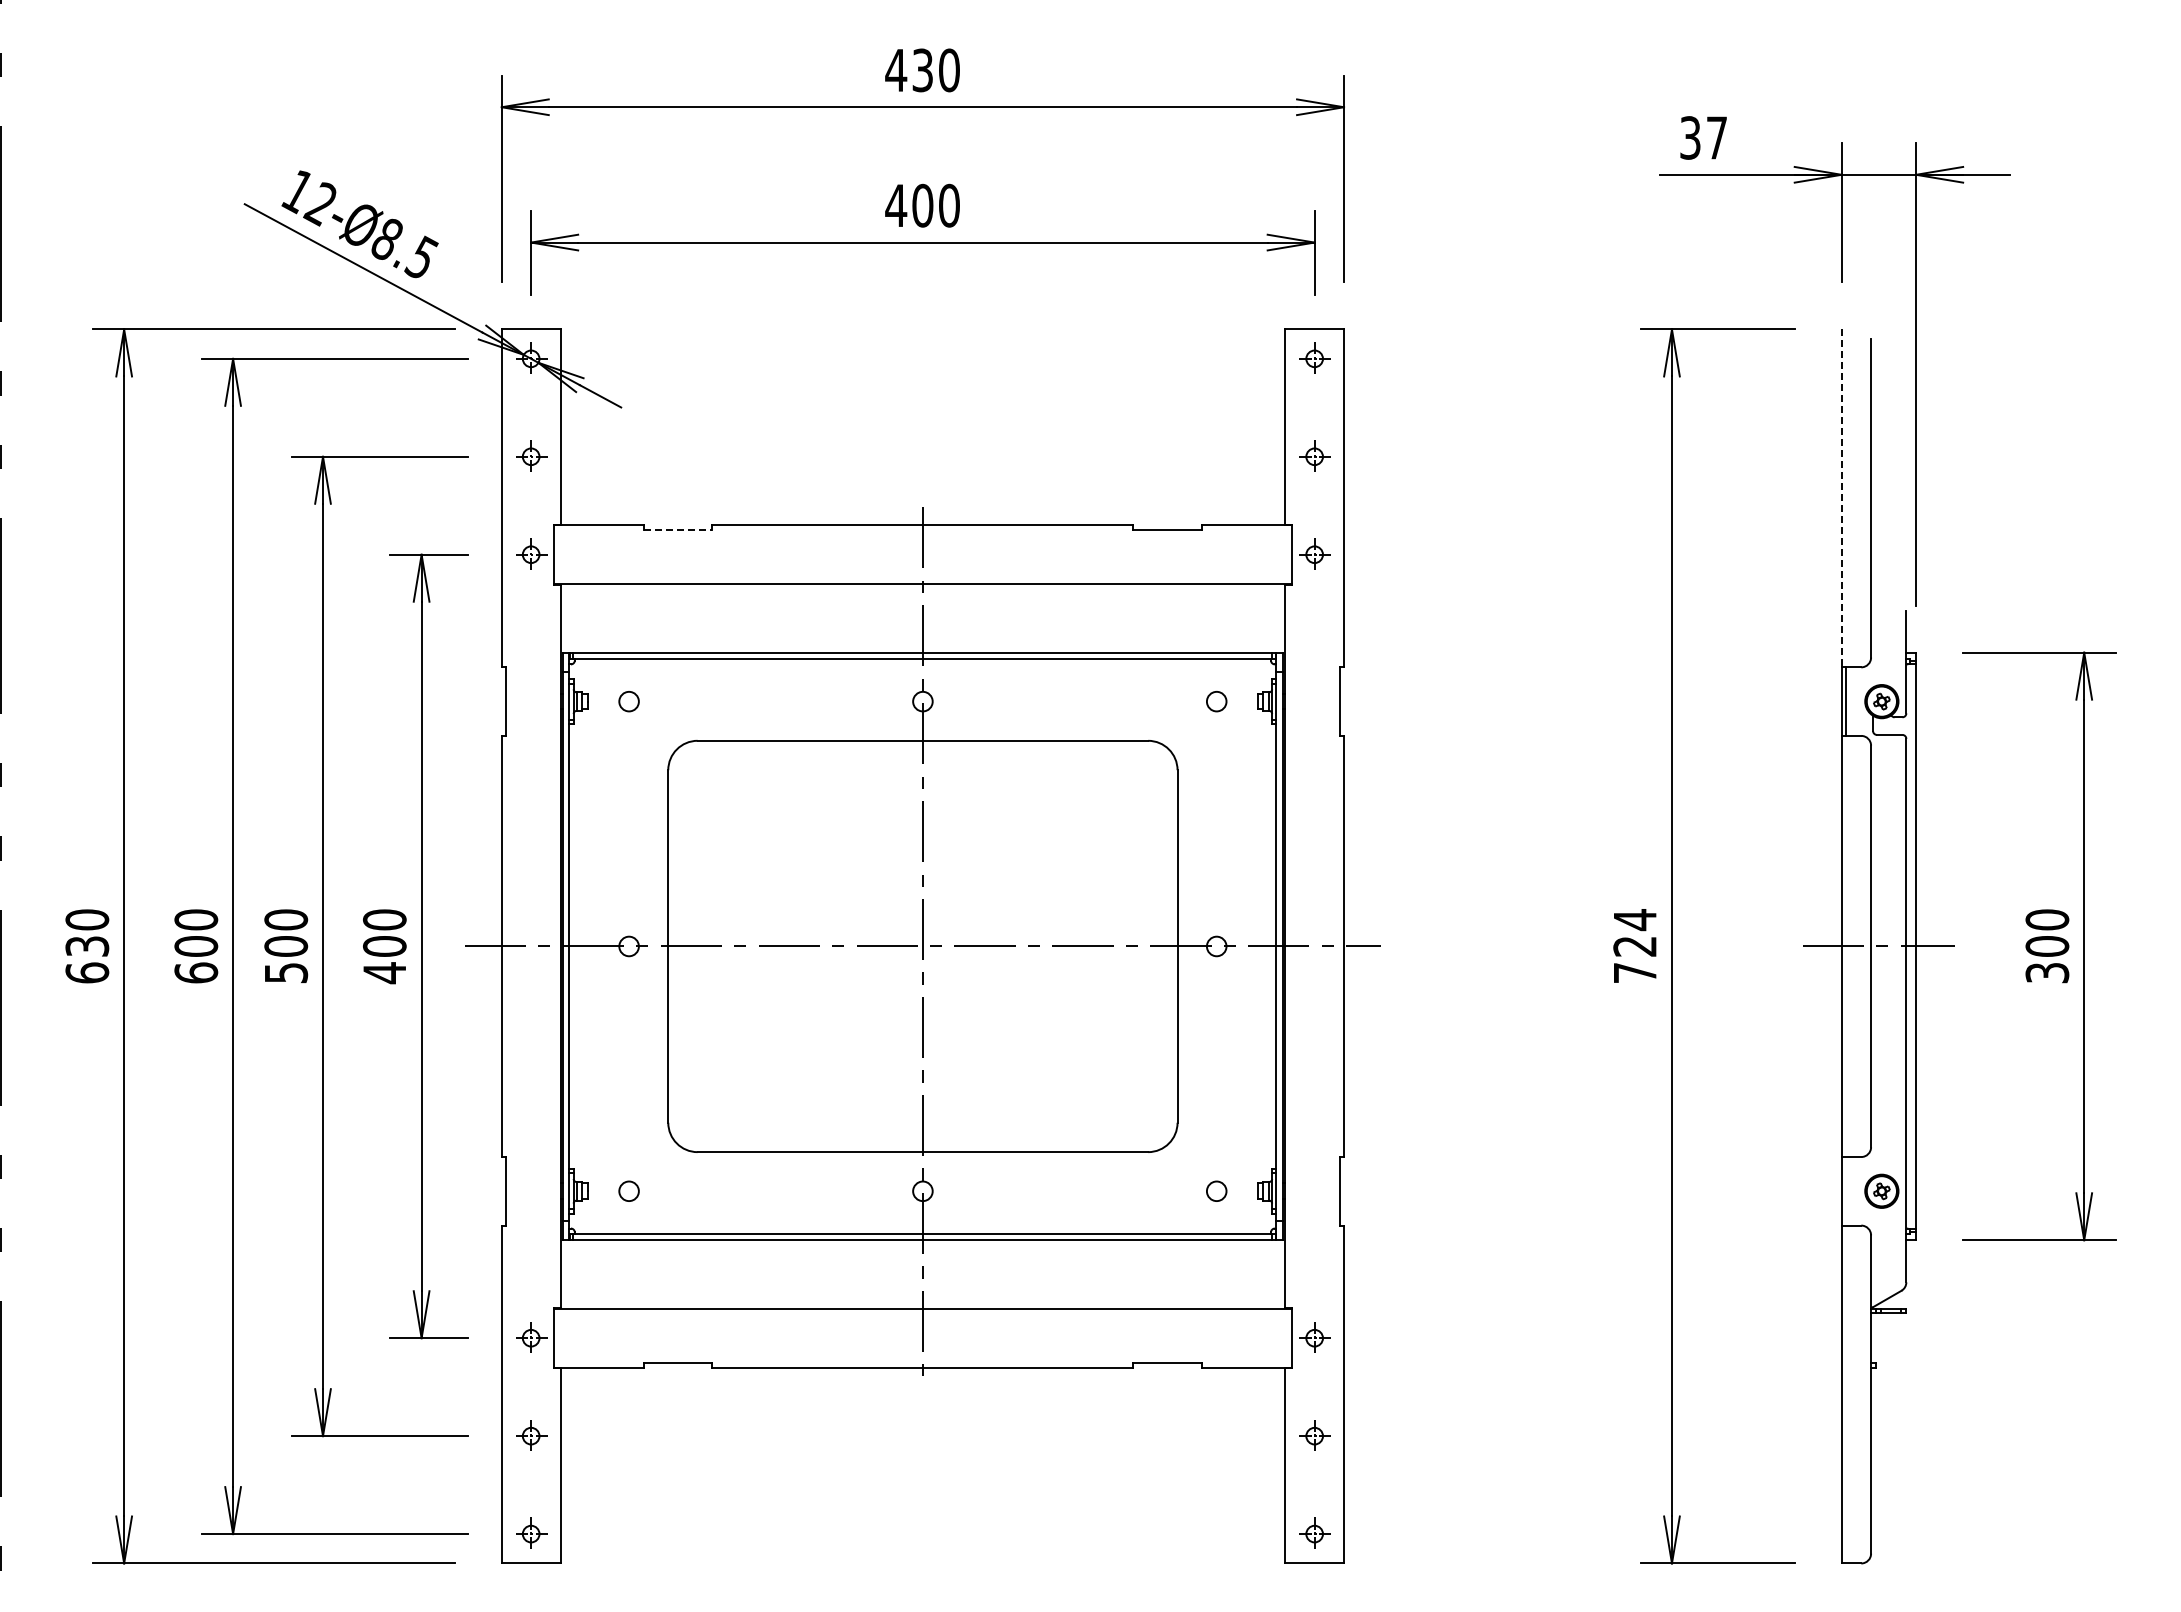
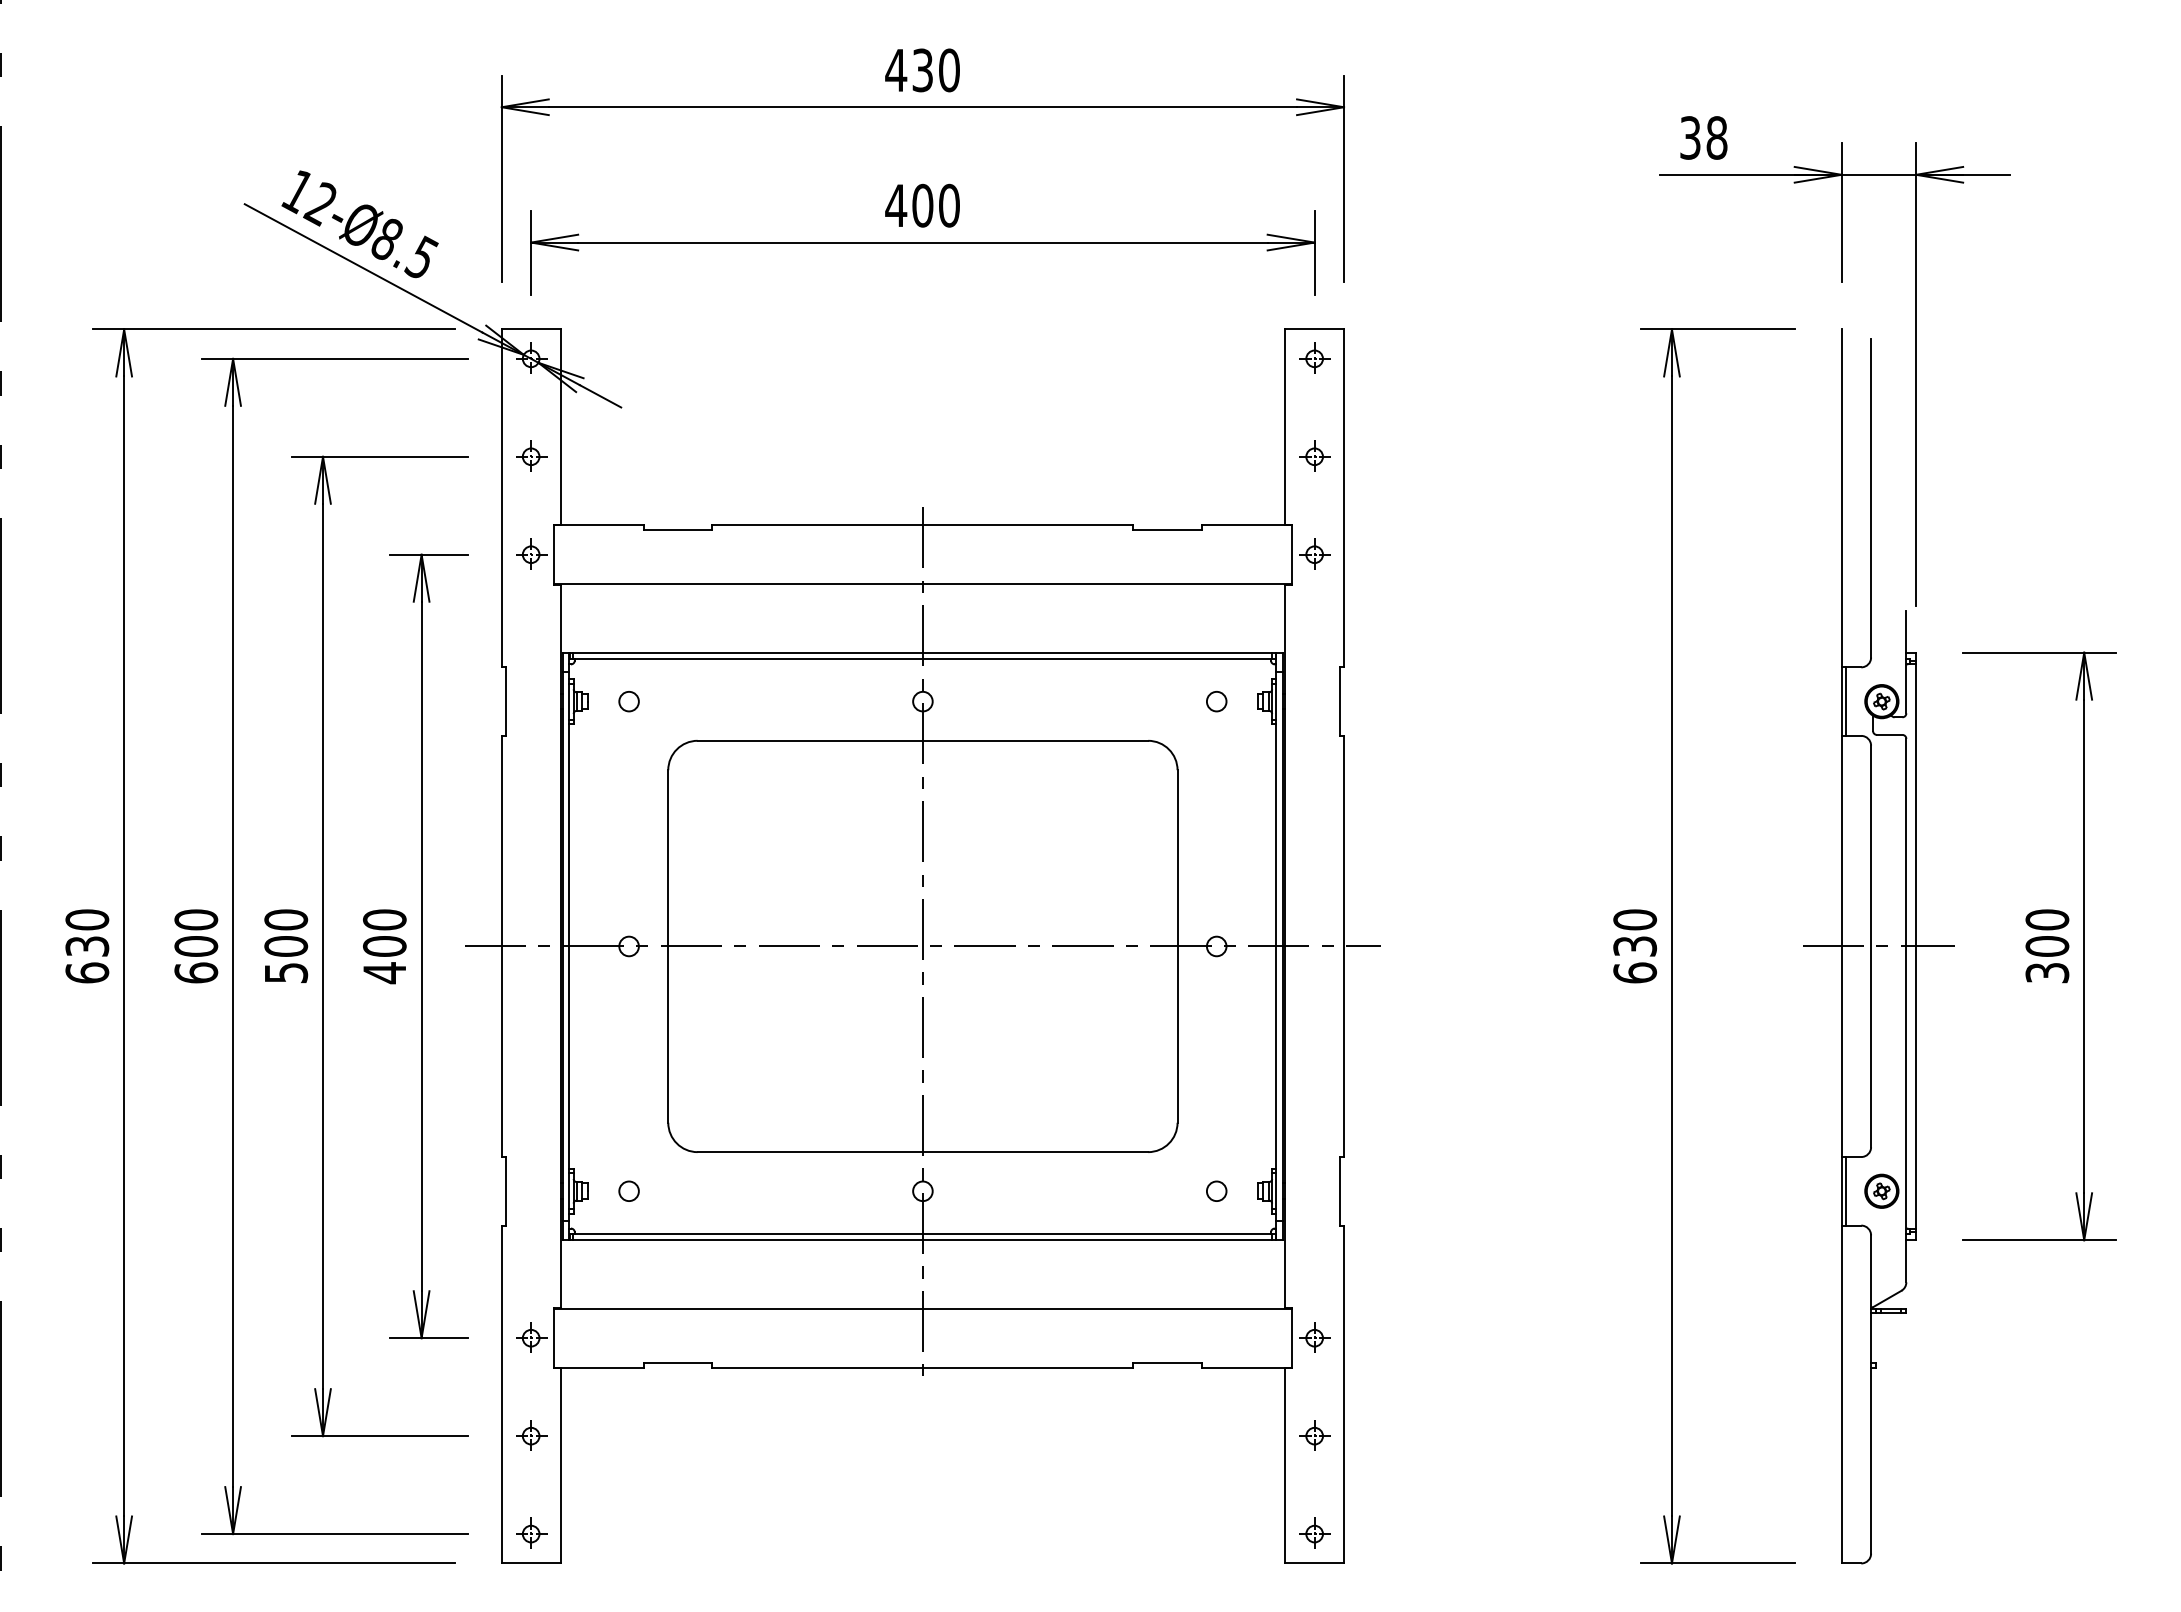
text at (1716, 137): 37 -> 38
line at (1841, 498): dashed -> solid
line at (678, 529): dashed -> solid
text at (1635, 946): 724 -> 630
line at (1846, 1191): none -> present
